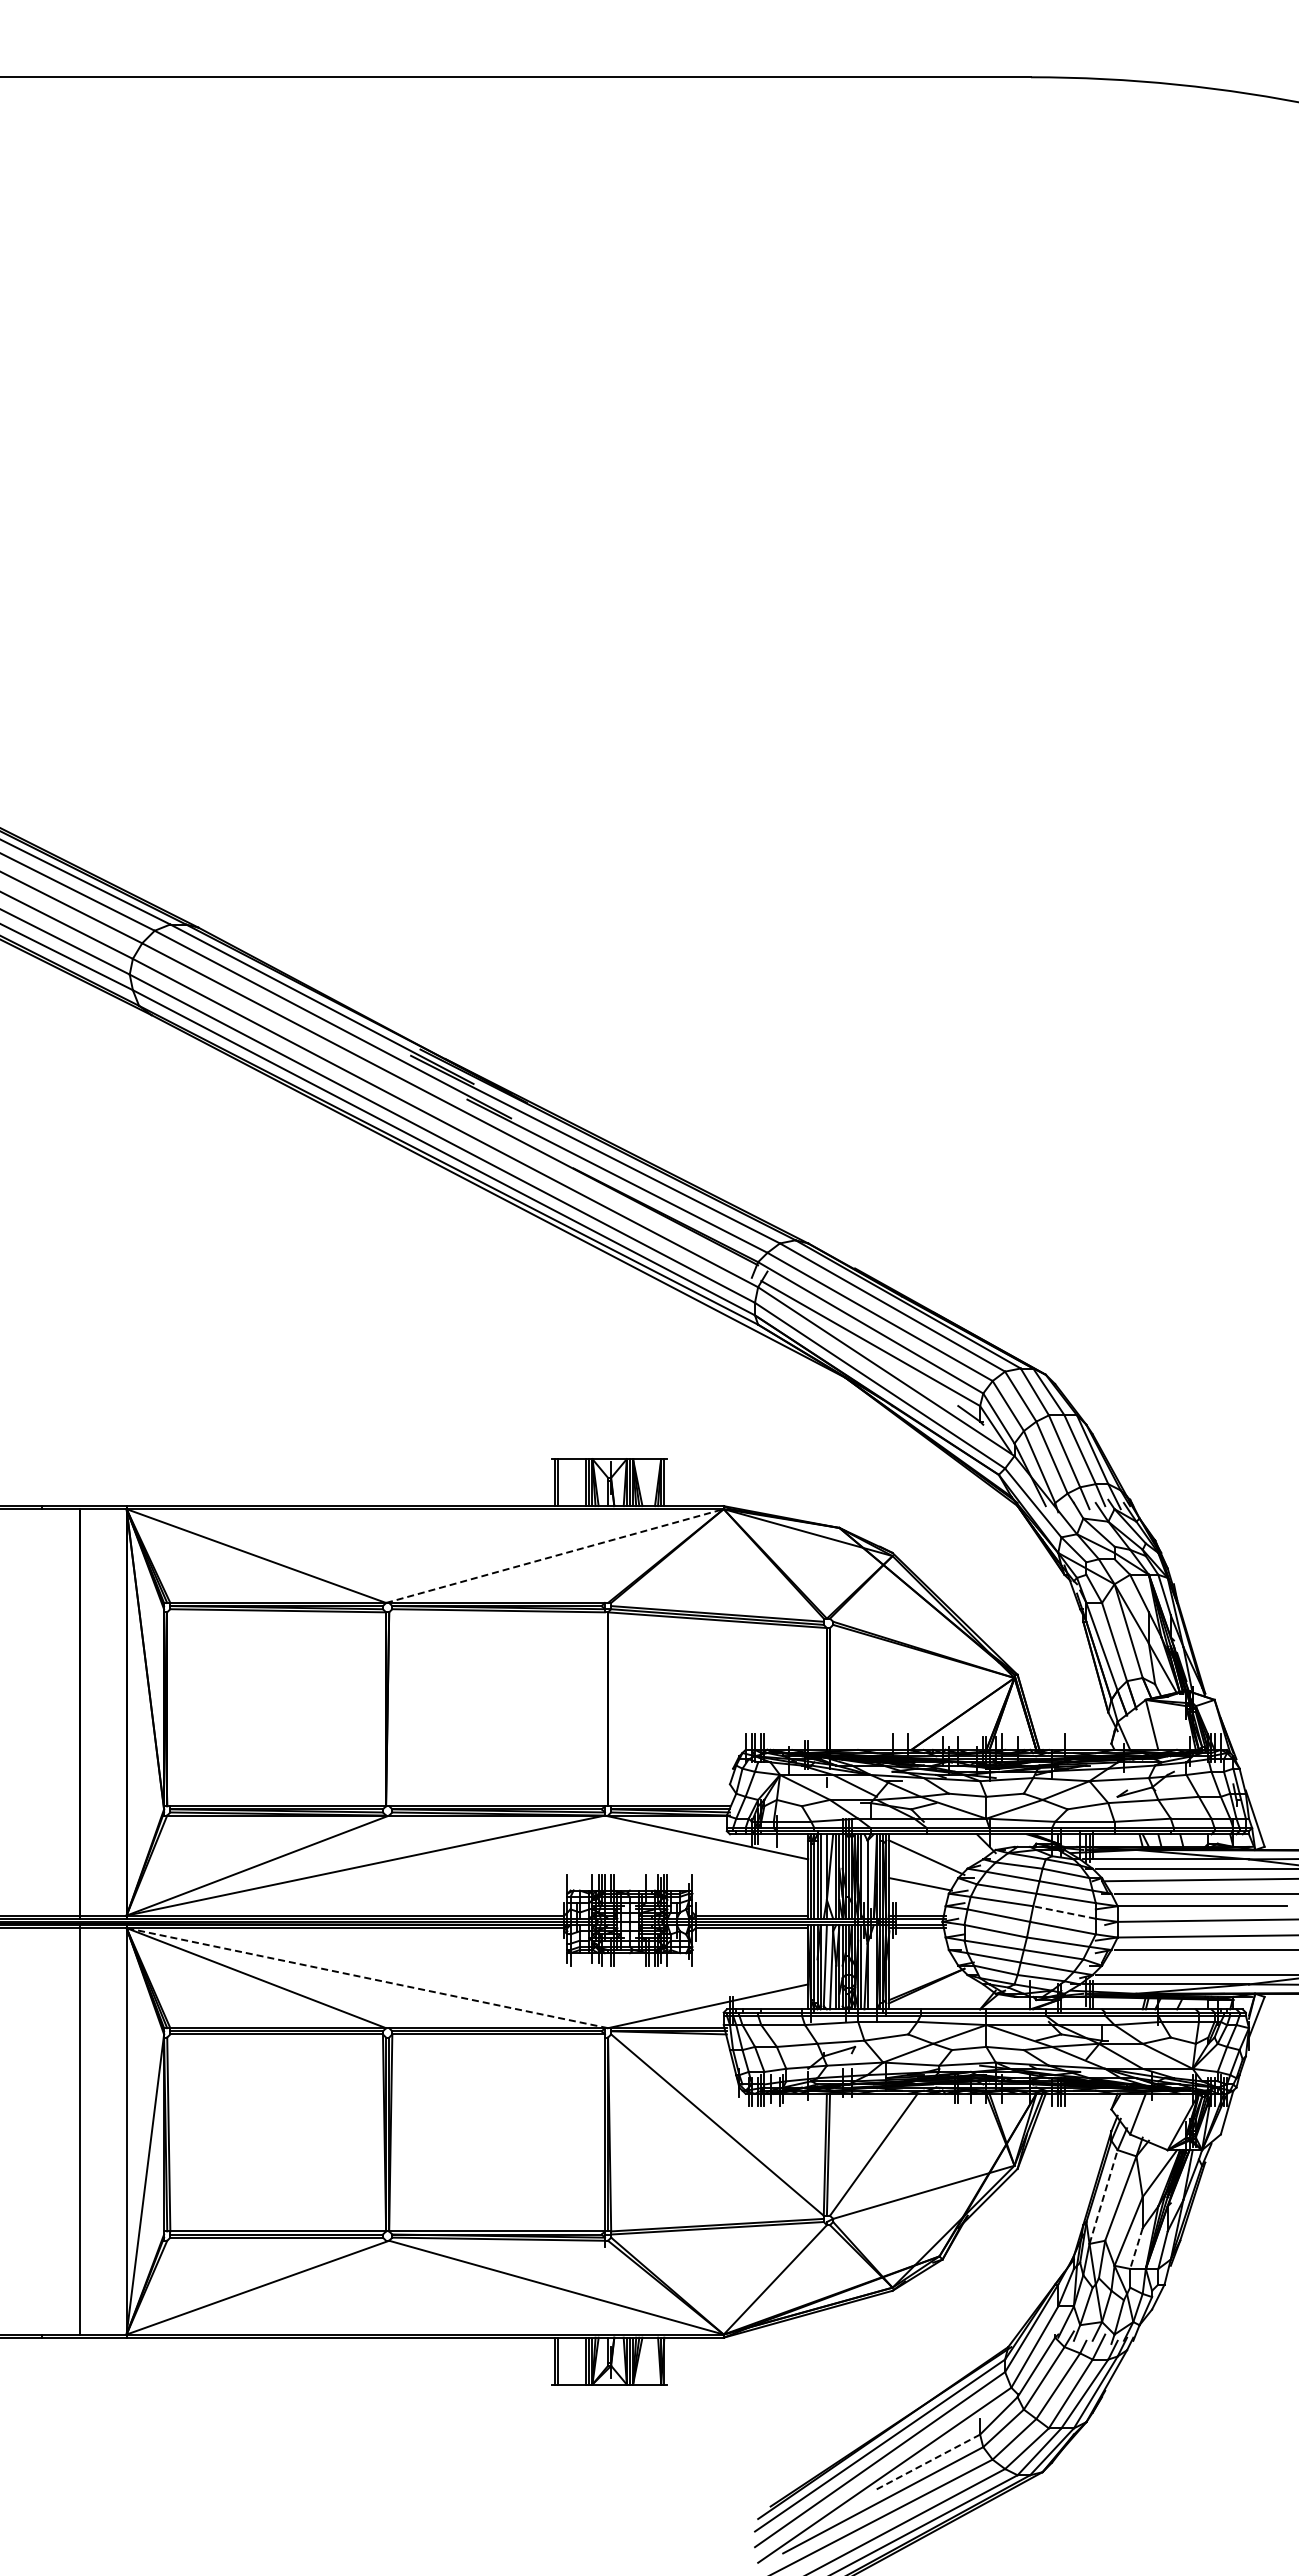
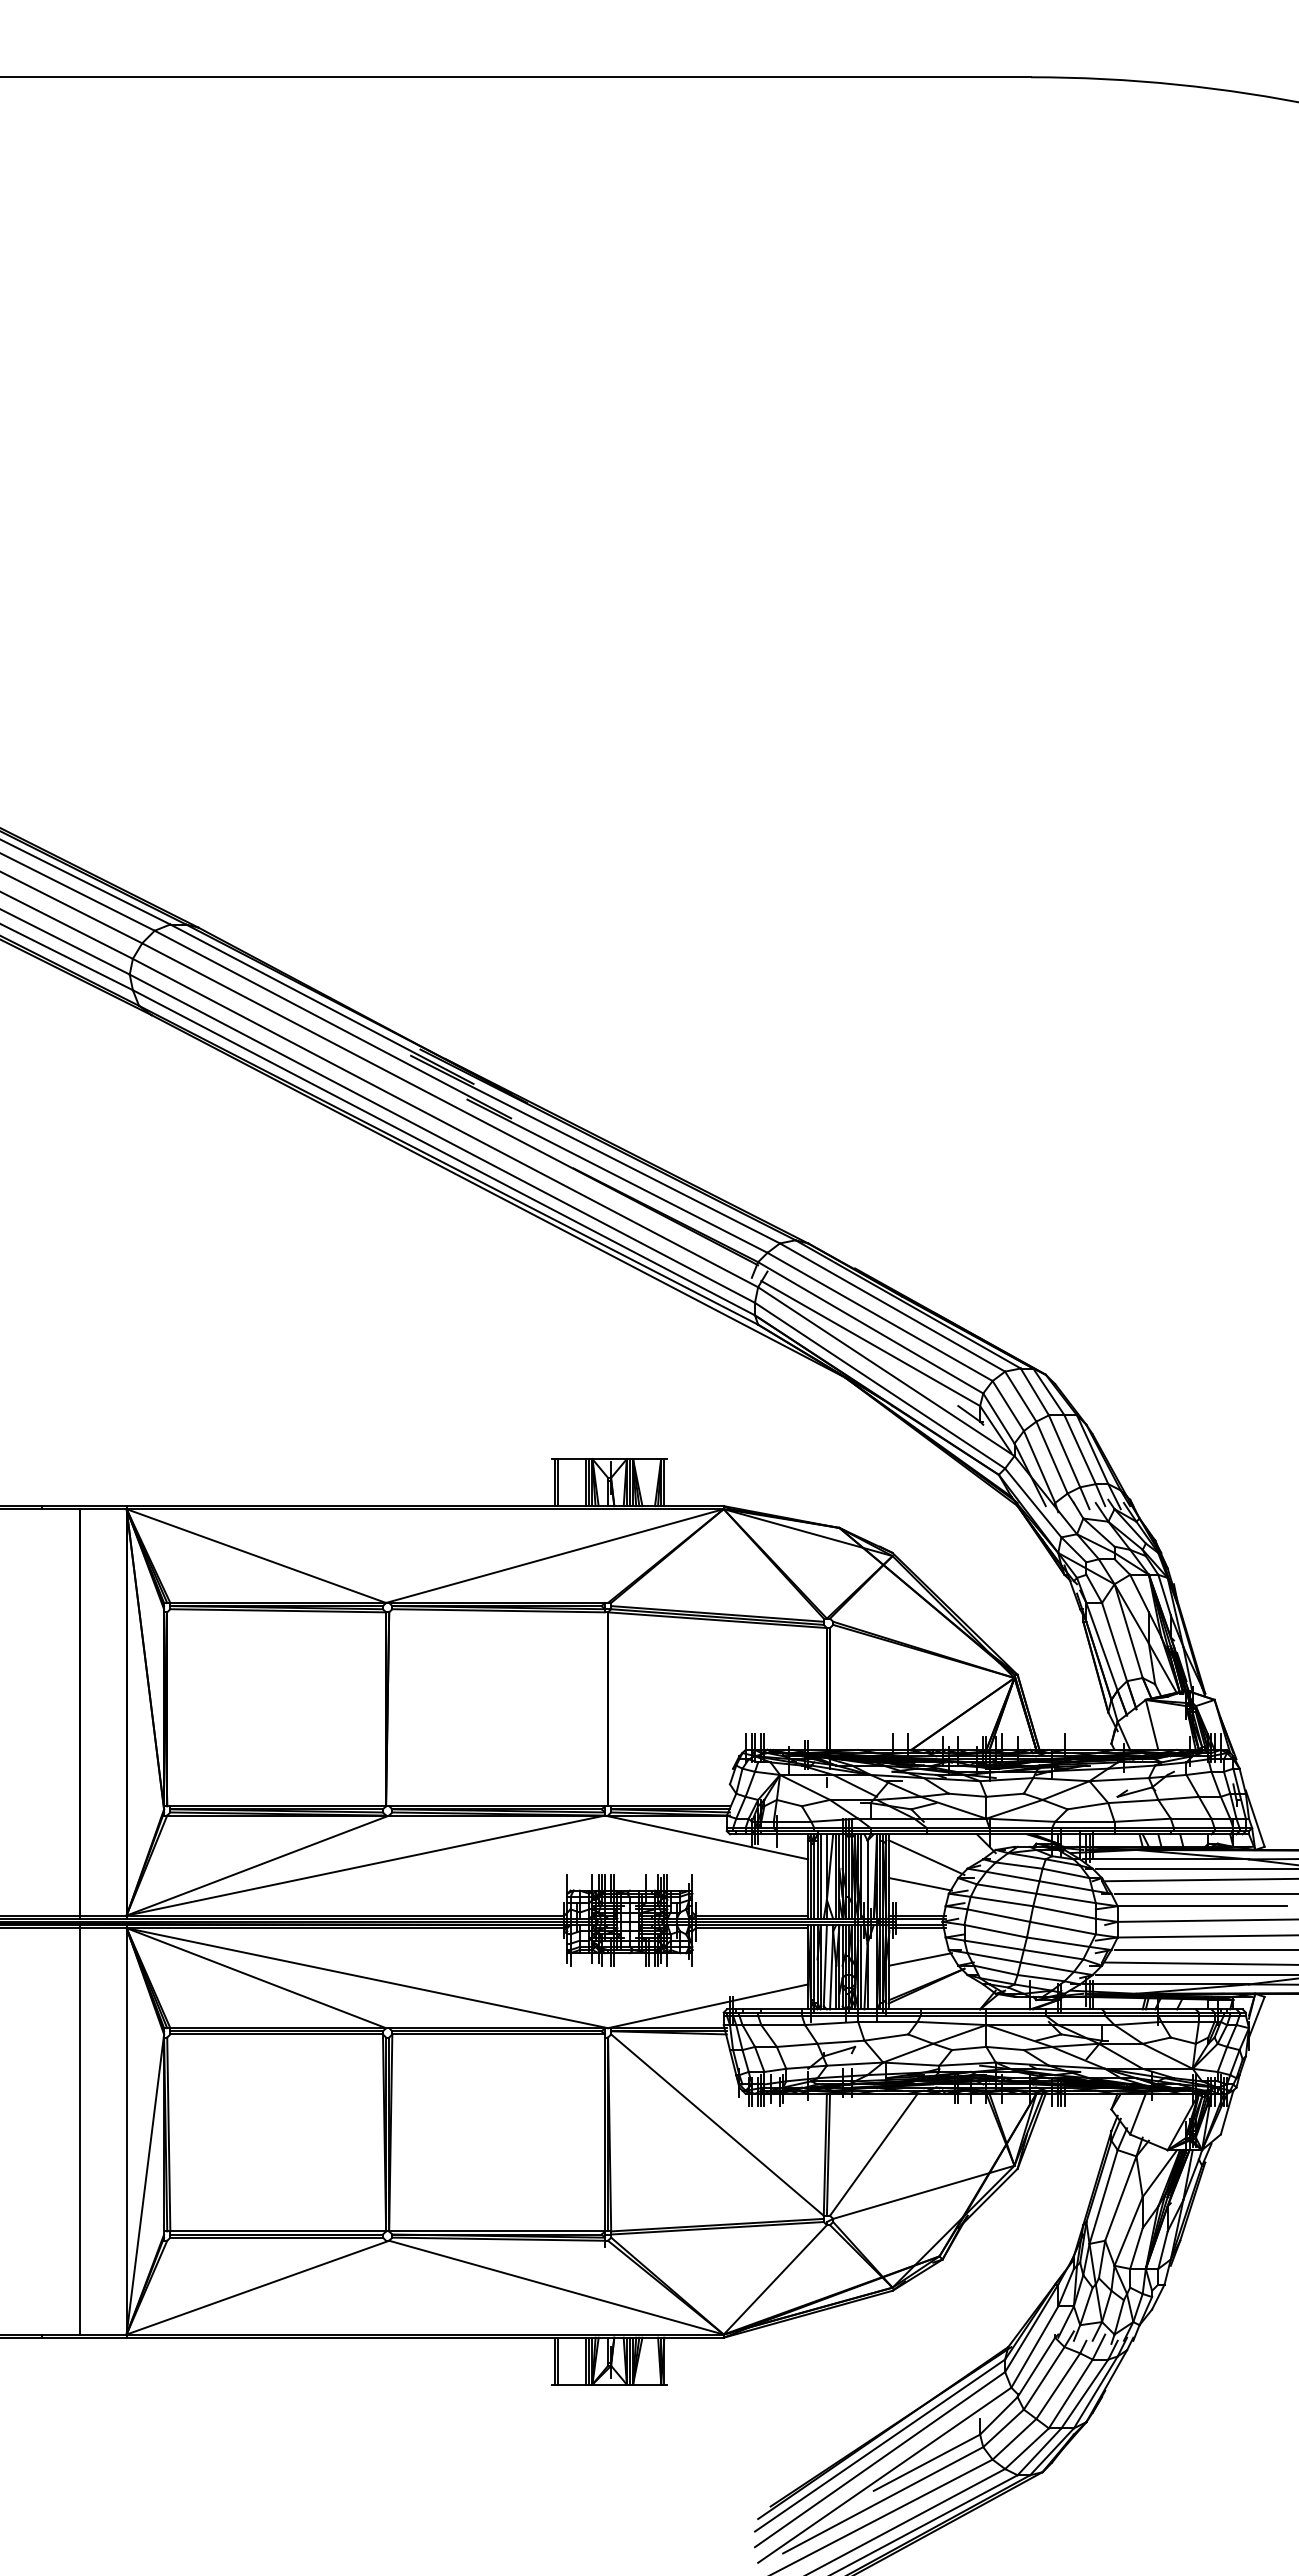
line at (555, 1555): dashed -> solid
line at (1064, 1912): dashed -> solid
line at (920, 1959): none -> present
line at (1200, 1963): none -> present
line at (367, 1978): dashed -> solid
line at (1103, 2197): dashed -> solid
line at (1136, 2249): dashed -> solid
line at (926, 2462): dashed -> solid
